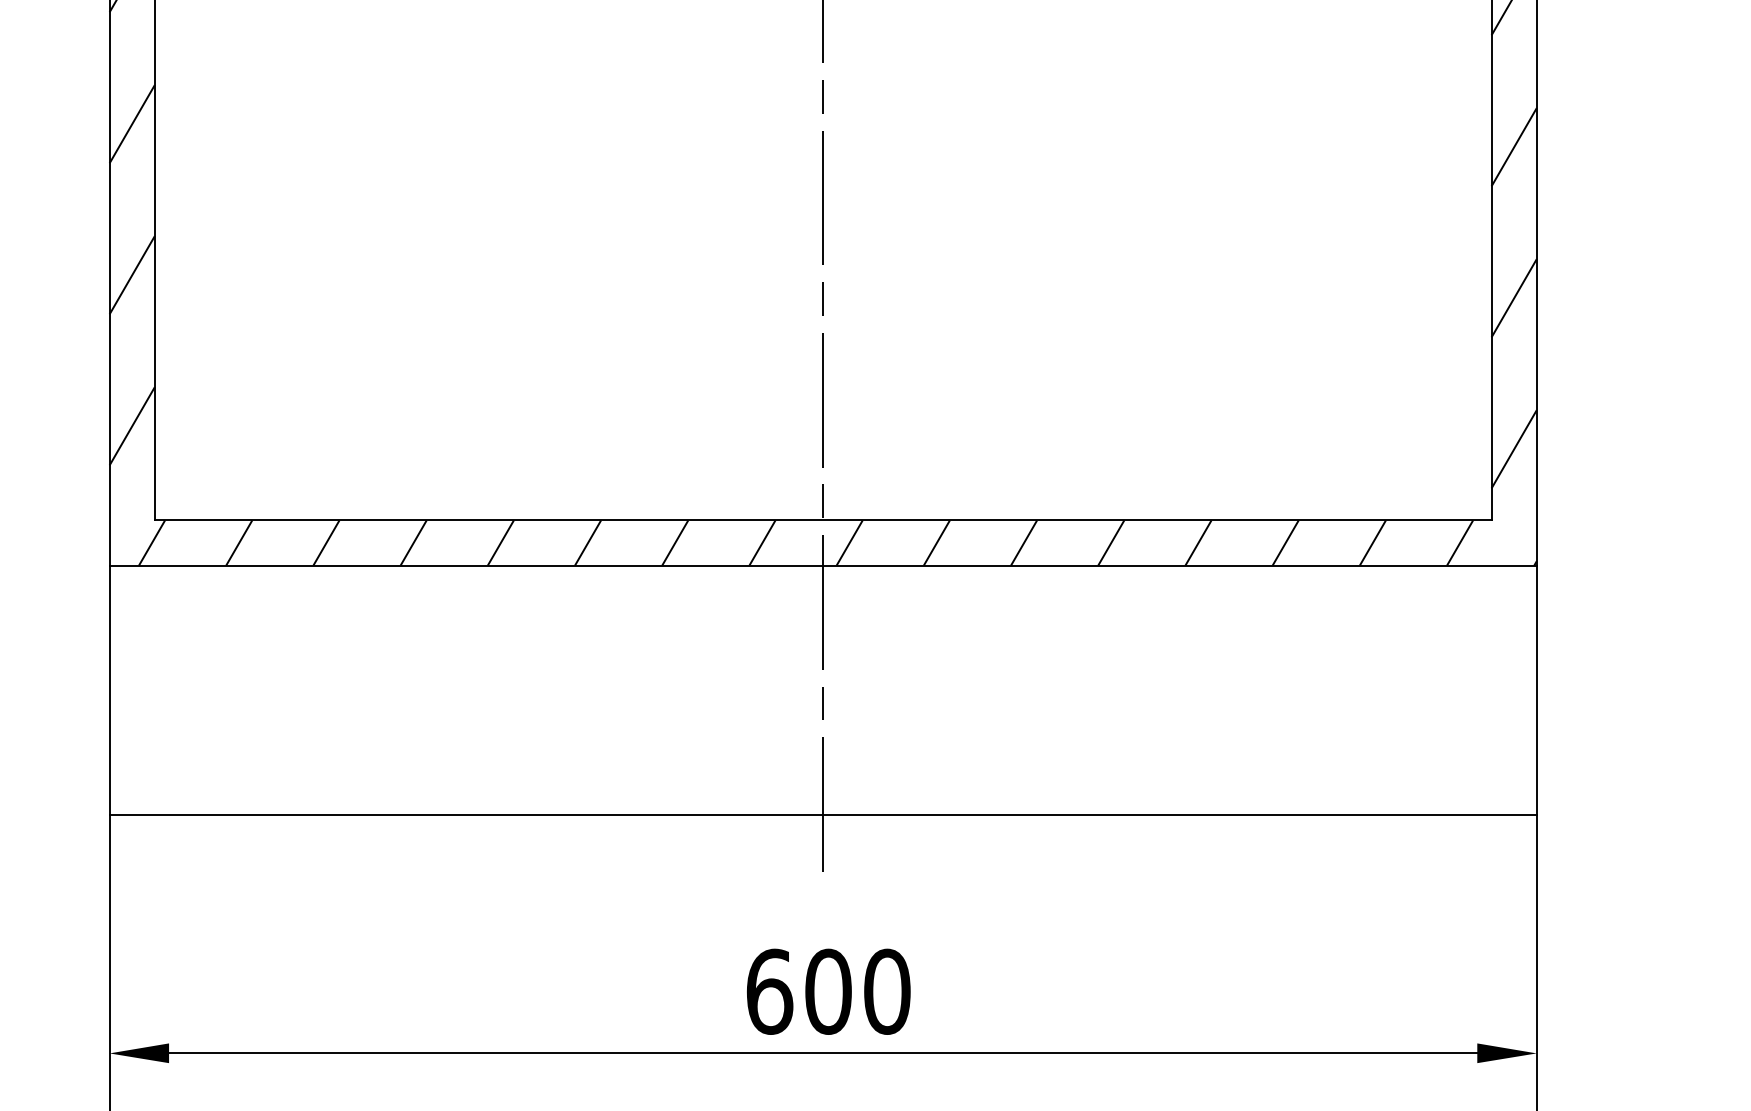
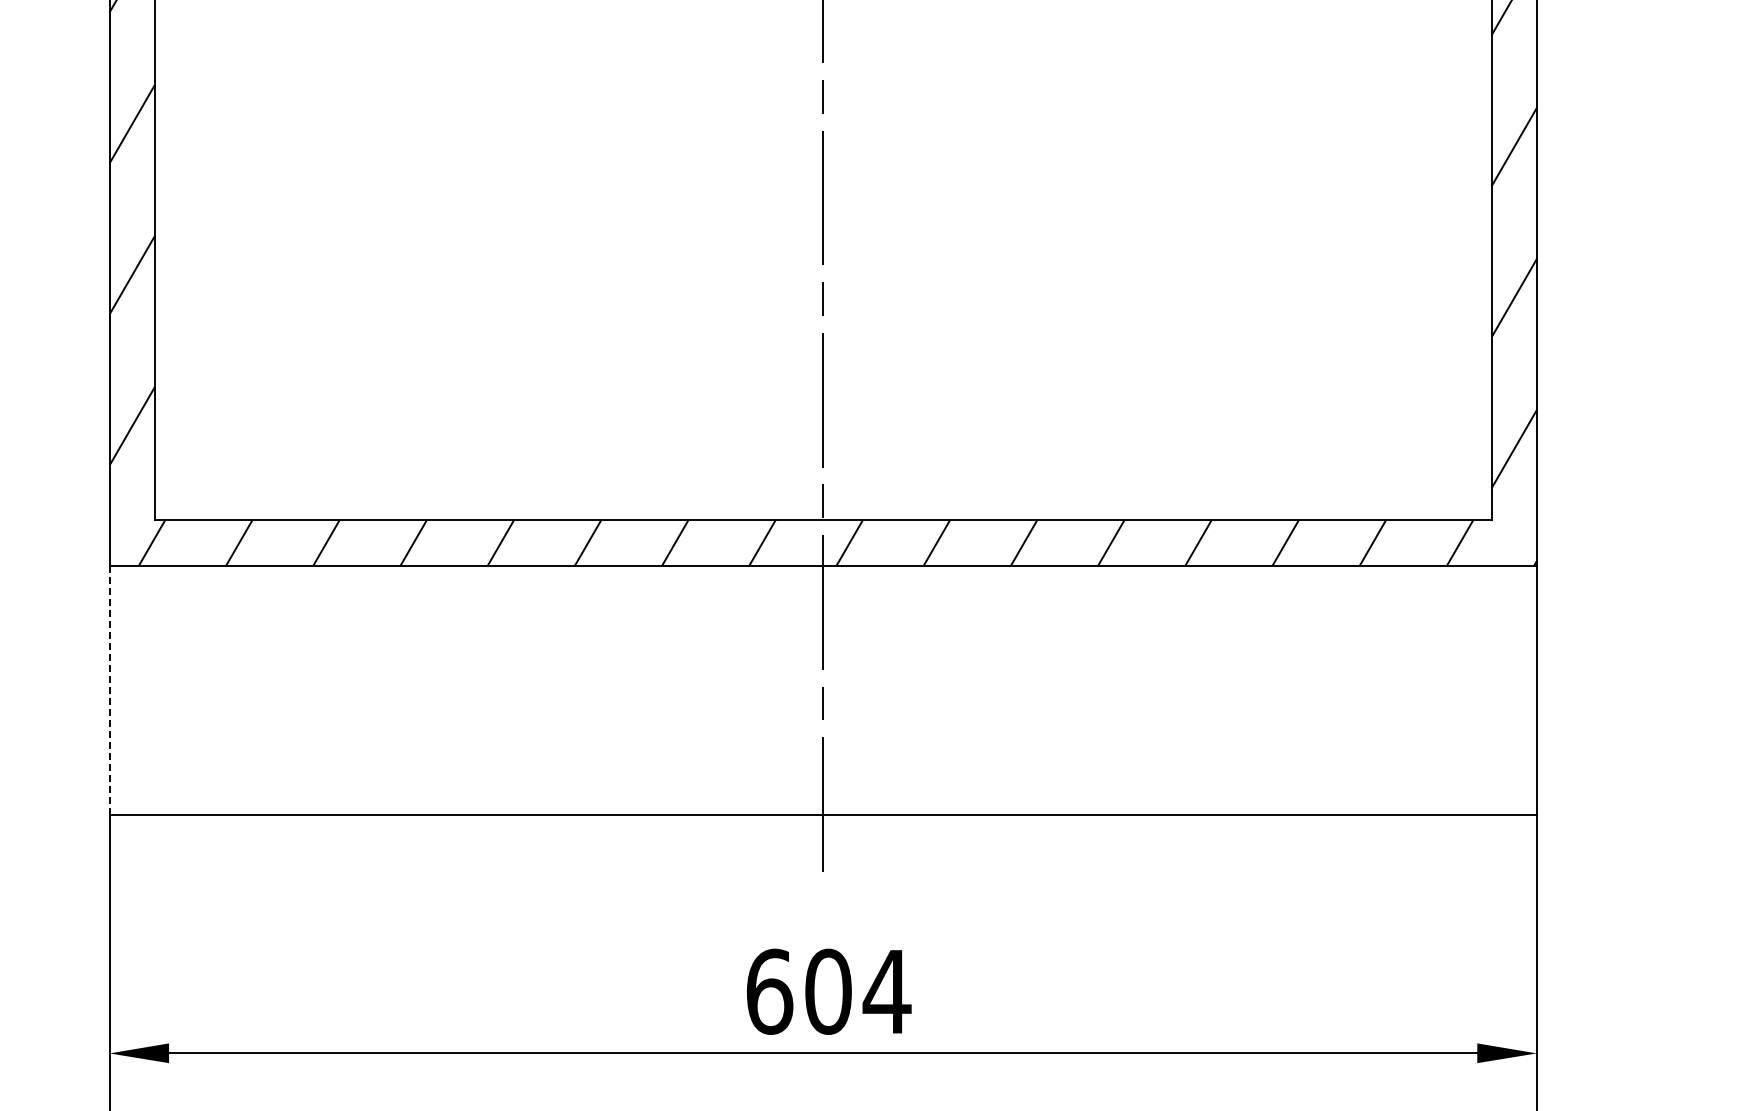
line at (109, 690): solid -> dashed
text at (886, 991): 600 -> 604
